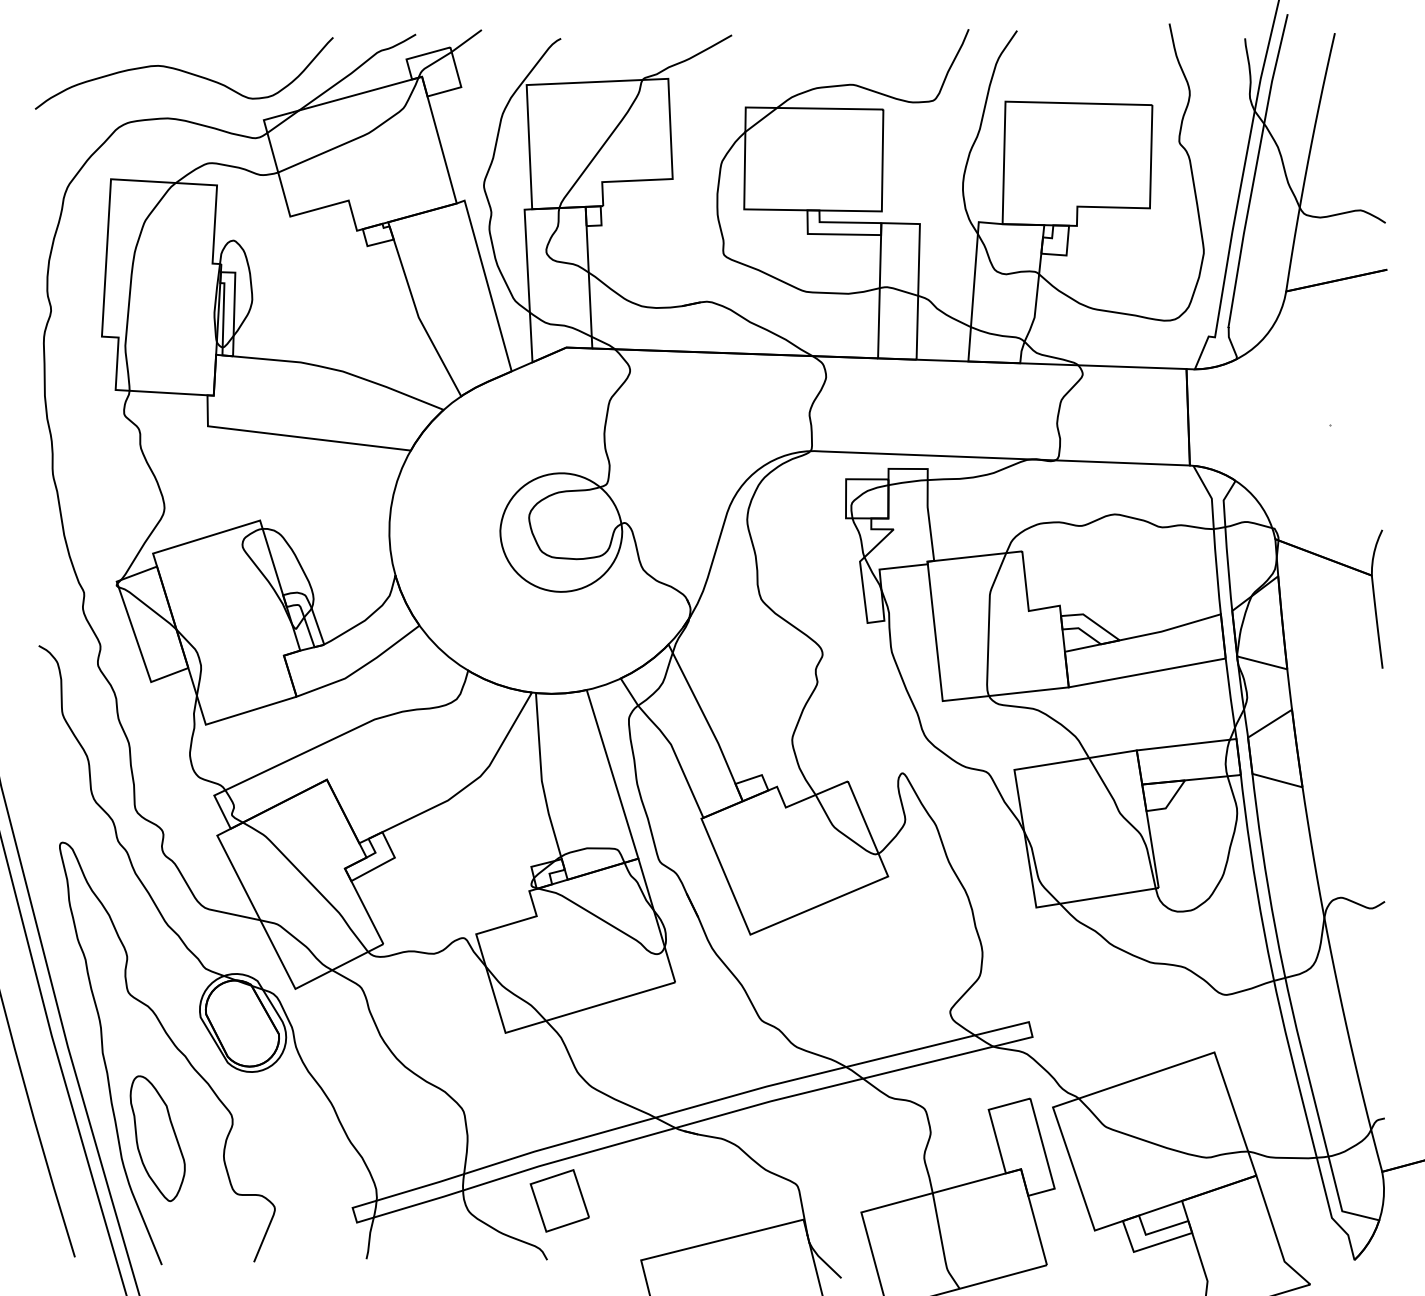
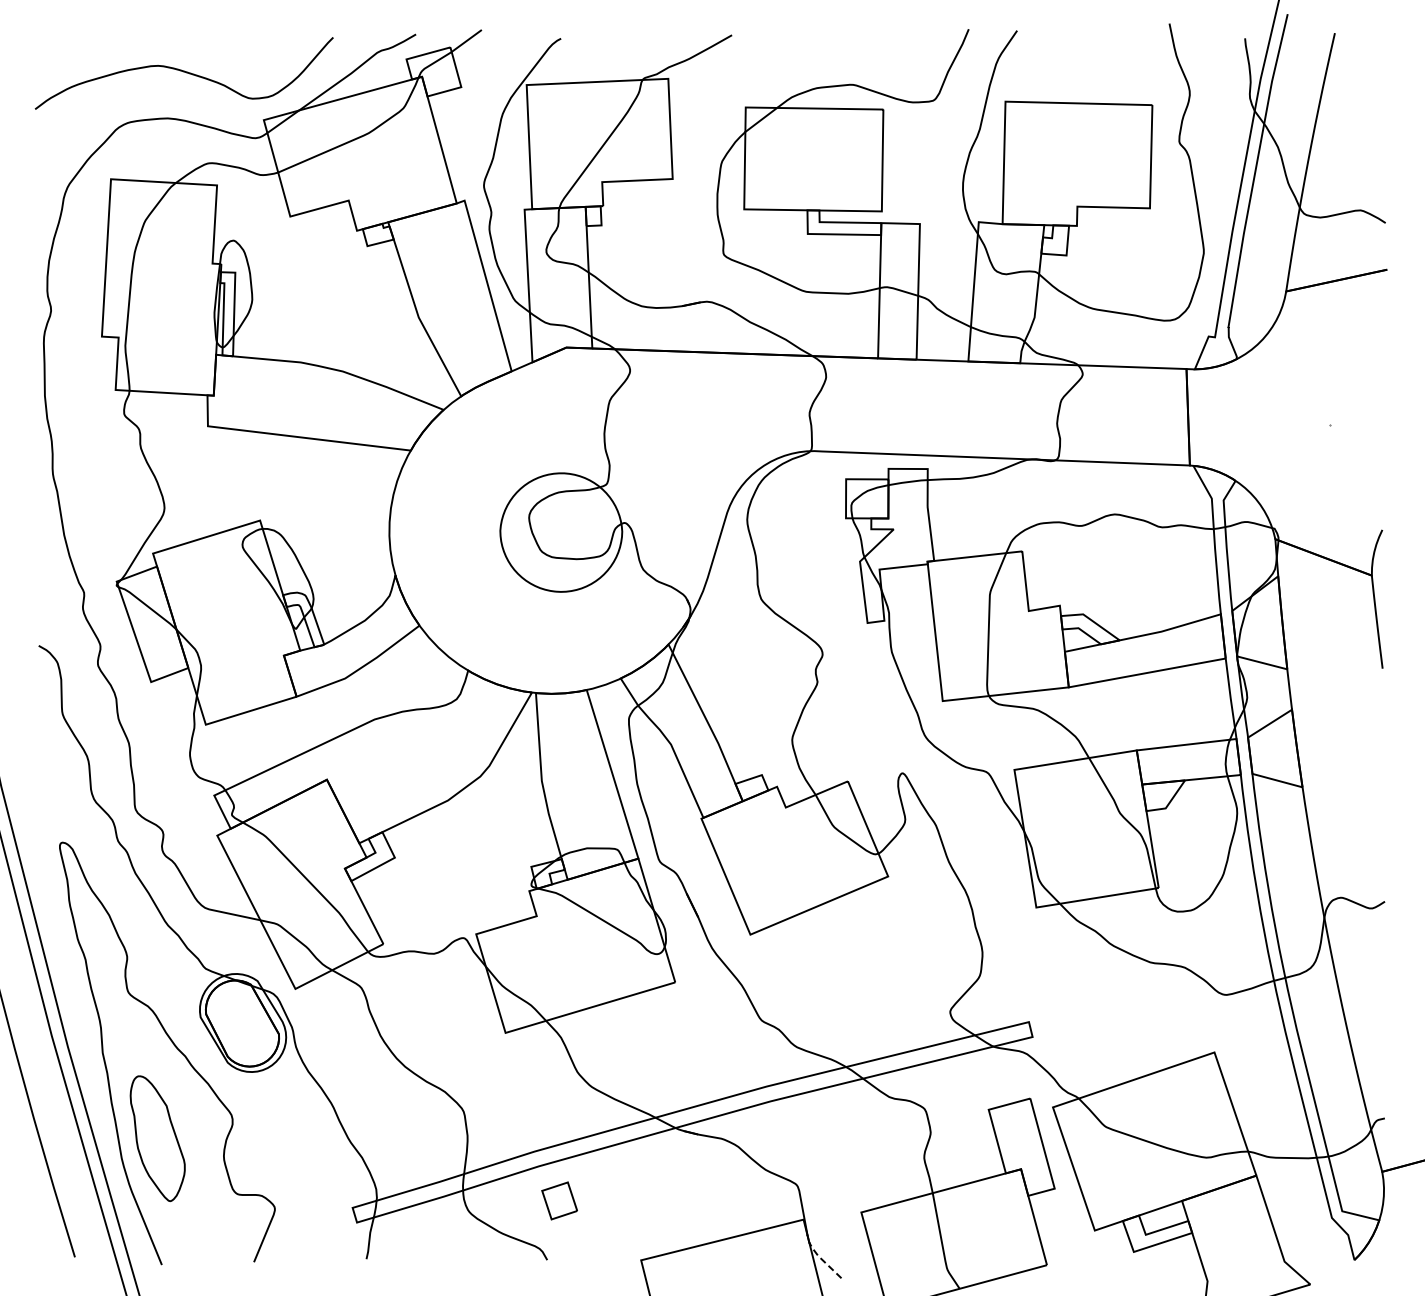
part at (559, 1200) size: 61x64 px -> 37x40 px
line at (823, 1260): solid -> dashed
